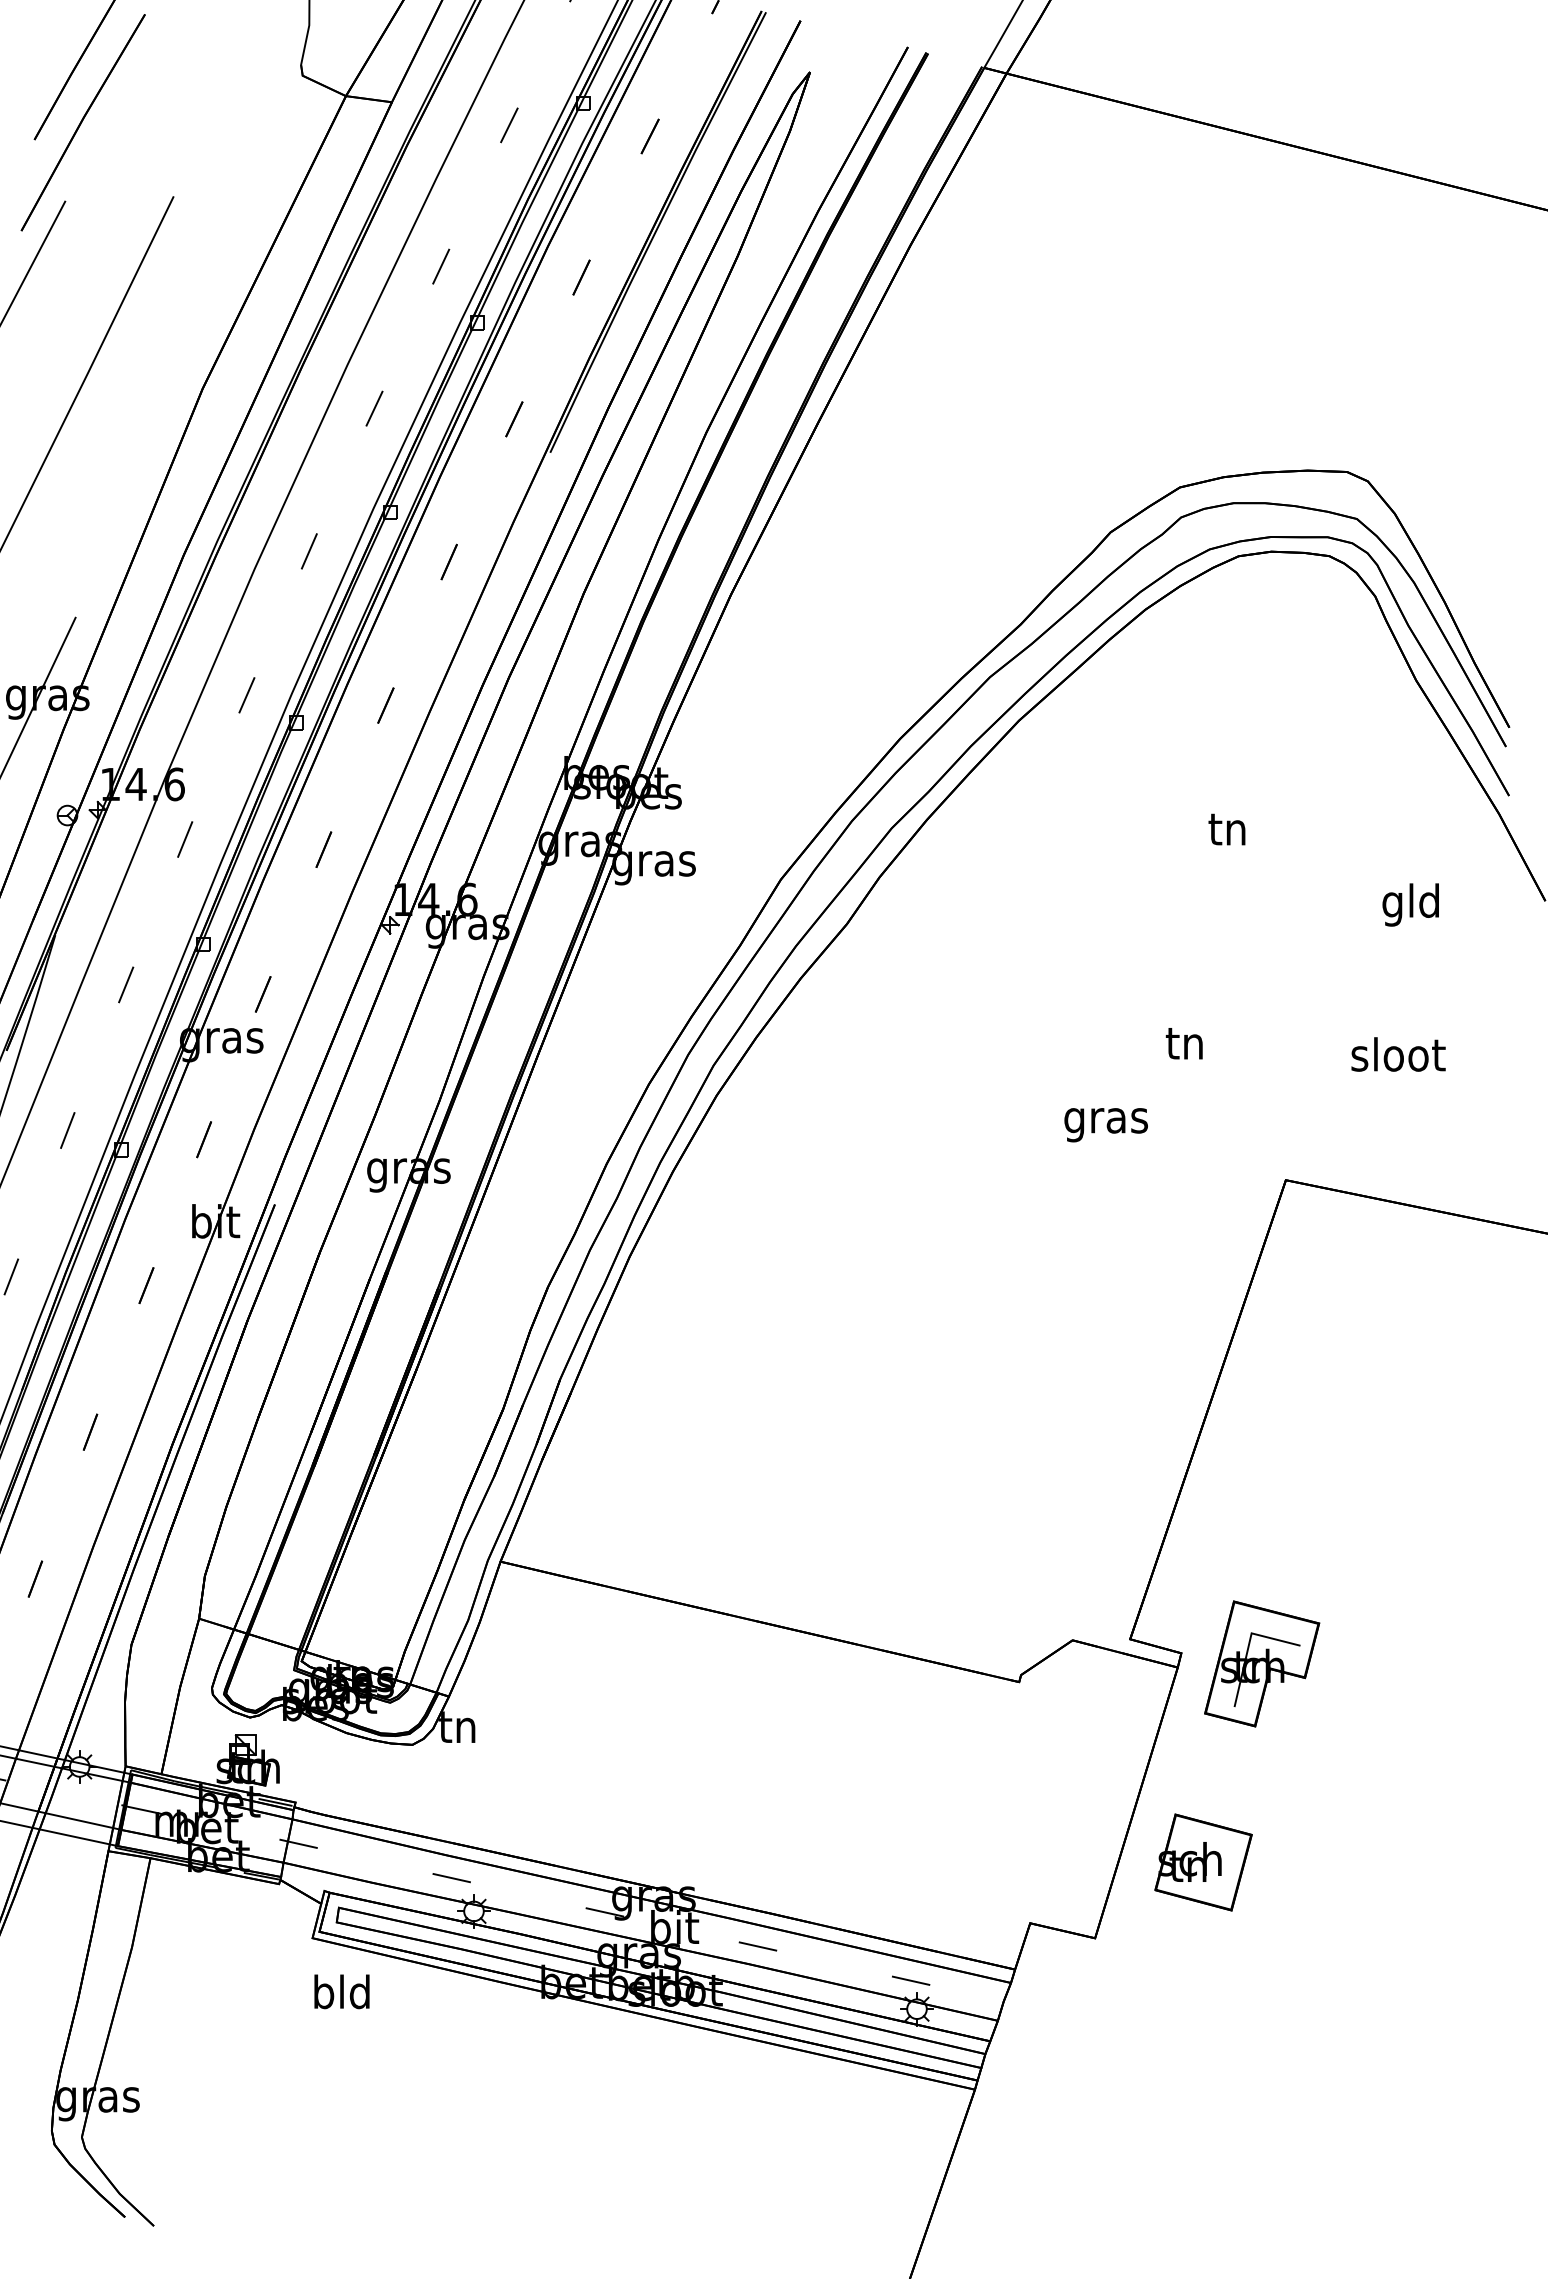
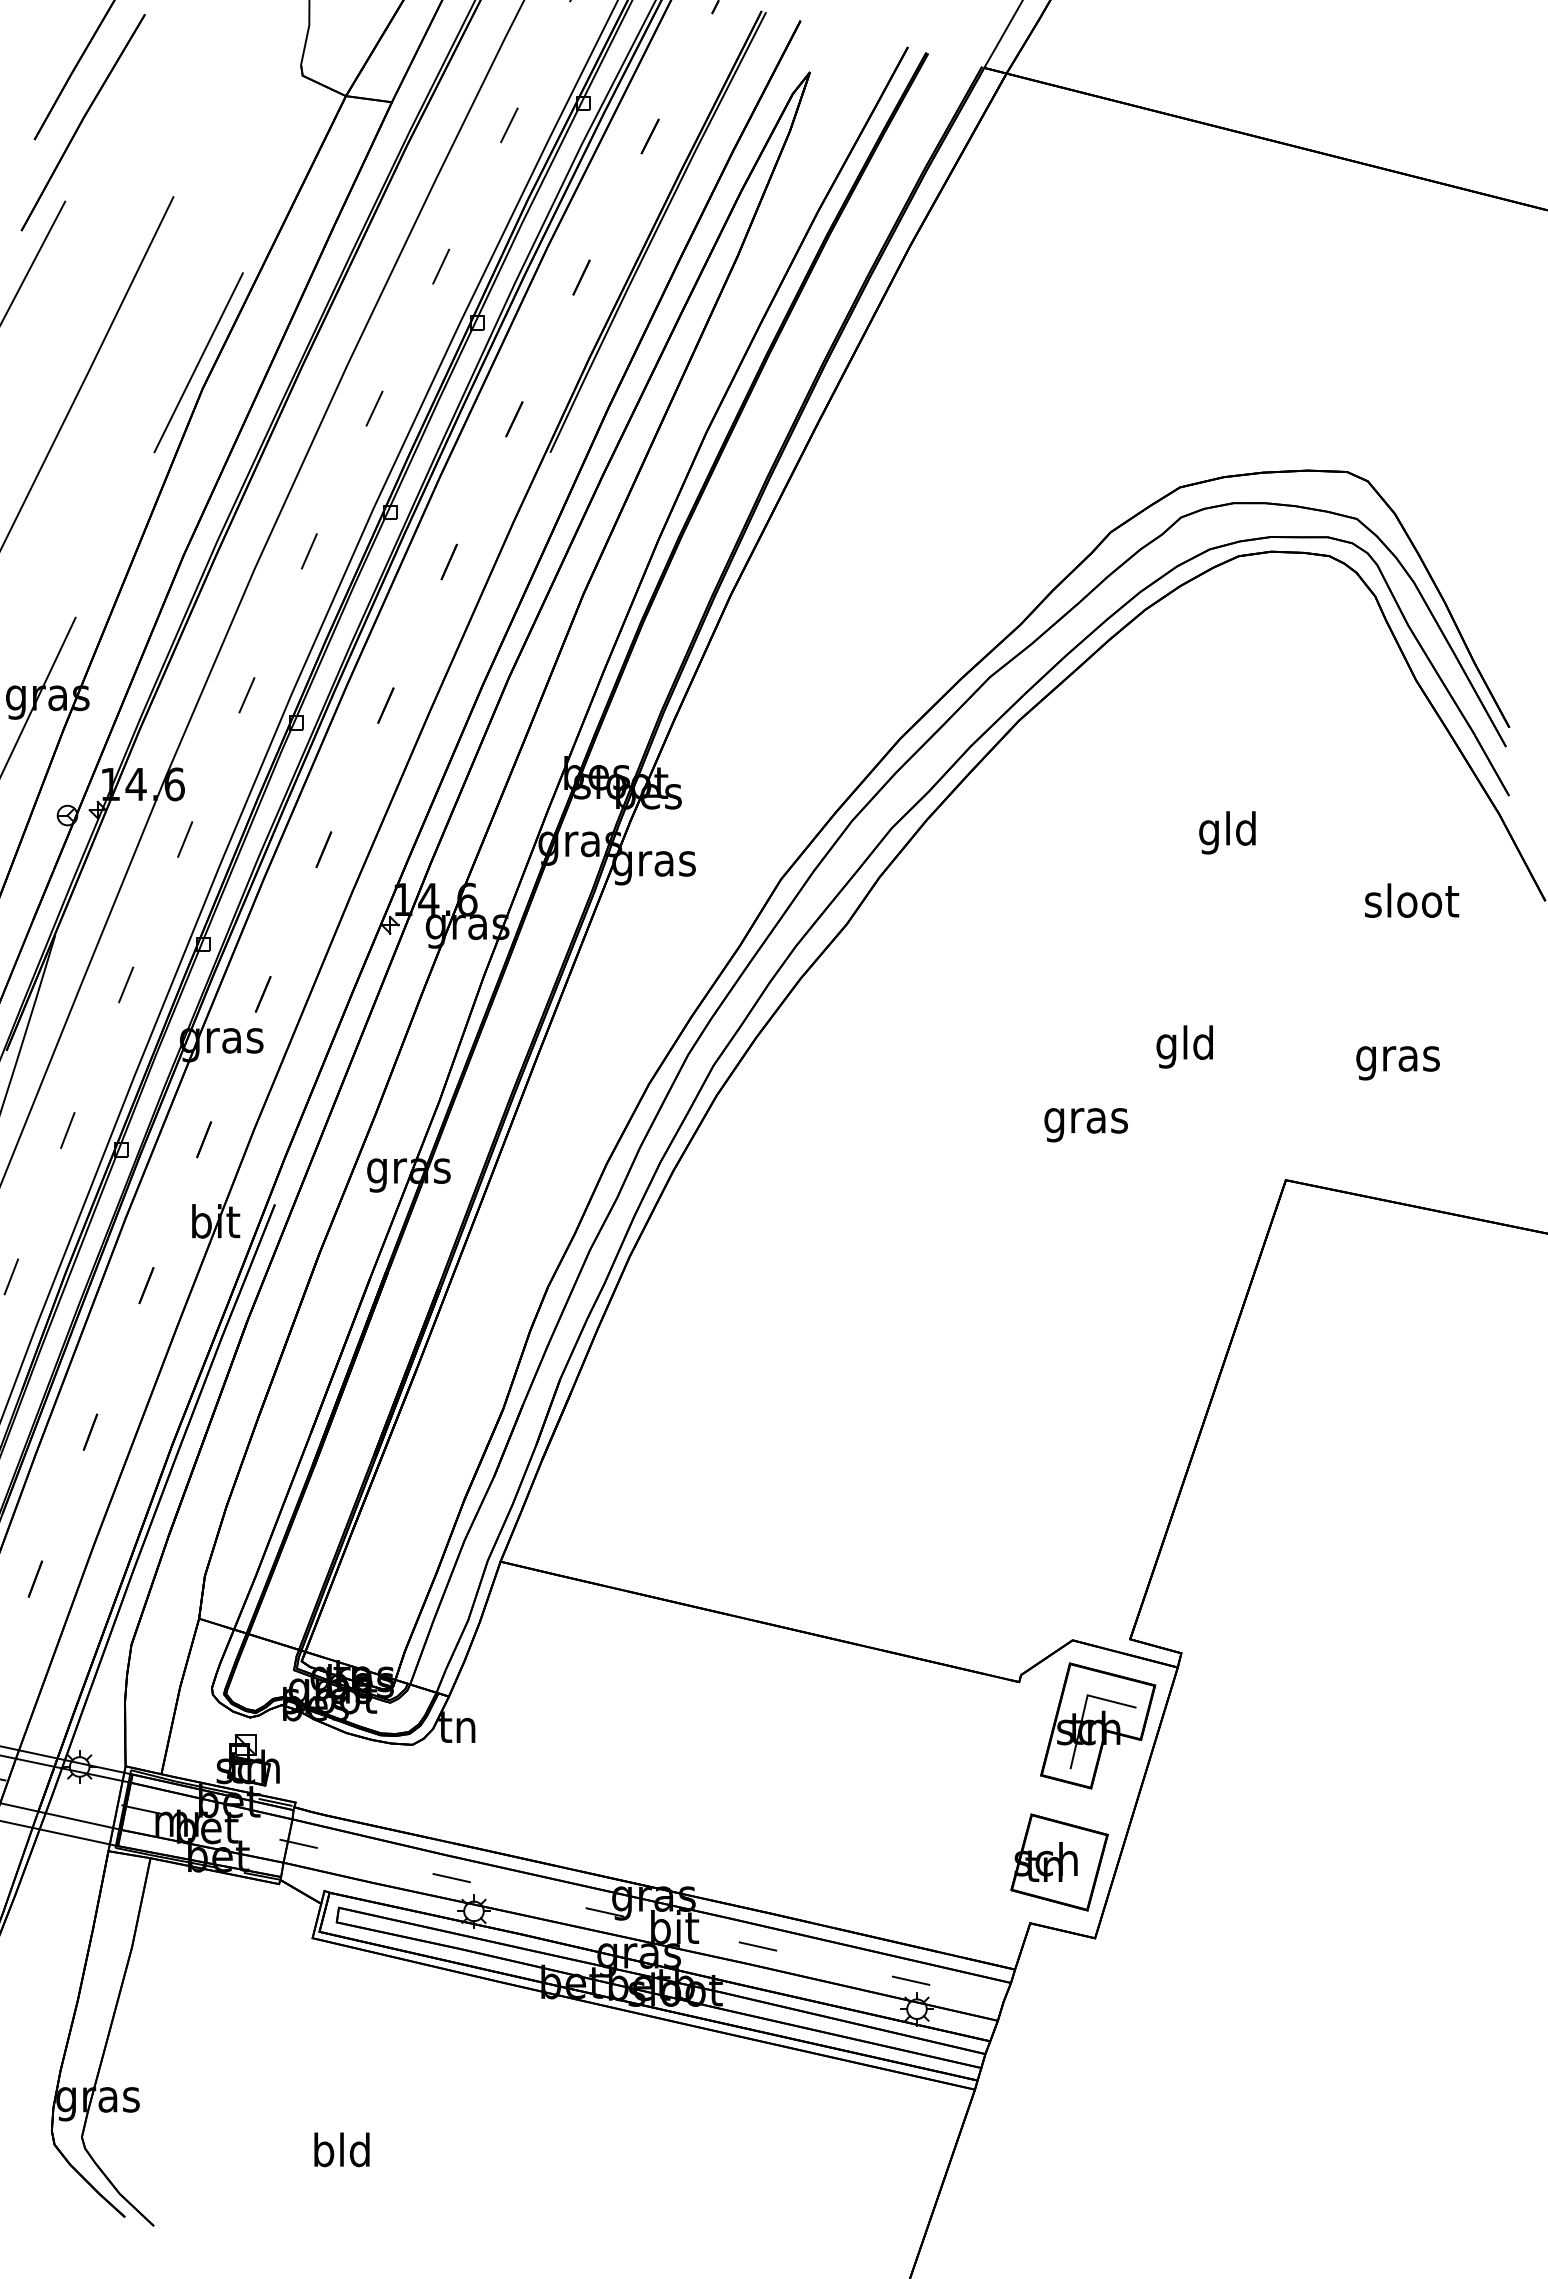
line at (198, 362): none -> present
text at (1227, 832): tn -> gld
text at (1412, 904): gld -> sloot
text at (1184, 1046): tn -> gld
text at (1398, 1058): sloot -> gras
text at (1105, 1125) position: (1105, 1125) -> (1085, 1125)
part at (1262, 1663) position: (1262, 1663) -> (1098, 1725)
part at (1203, 1862) position: (1203, 1862) -> (1059, 1862)
text at (341, 1991) position: (341, 1991) -> (341, 2149)
